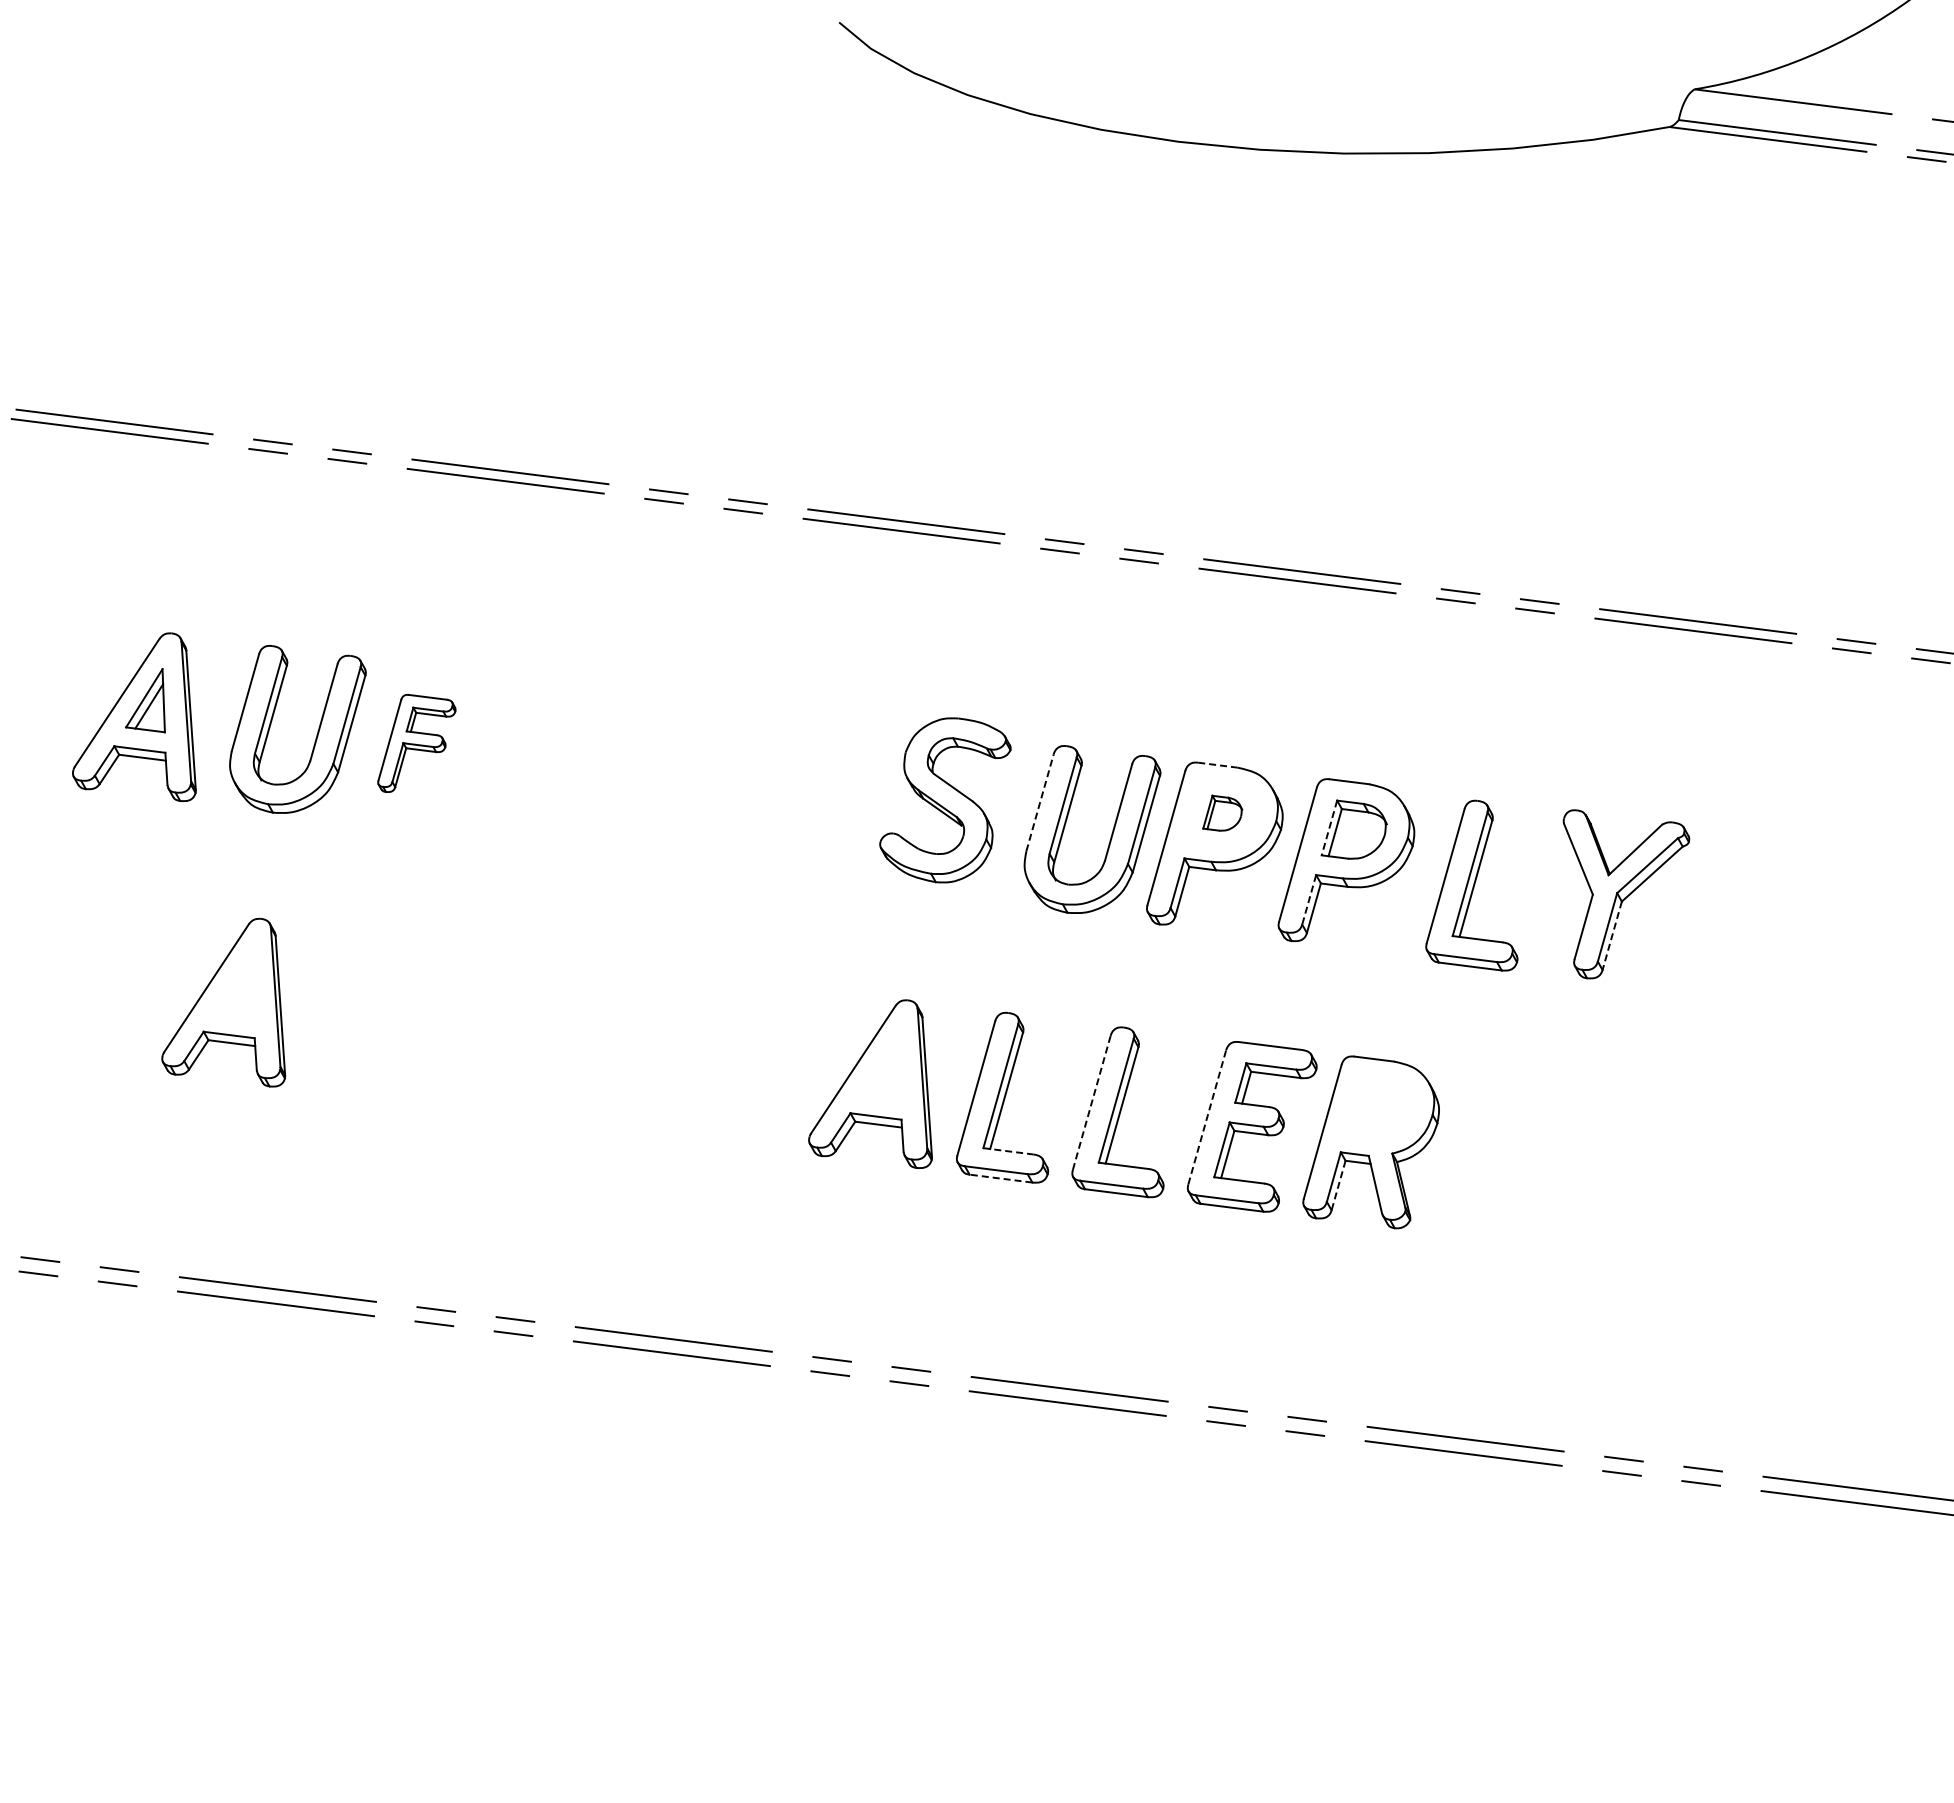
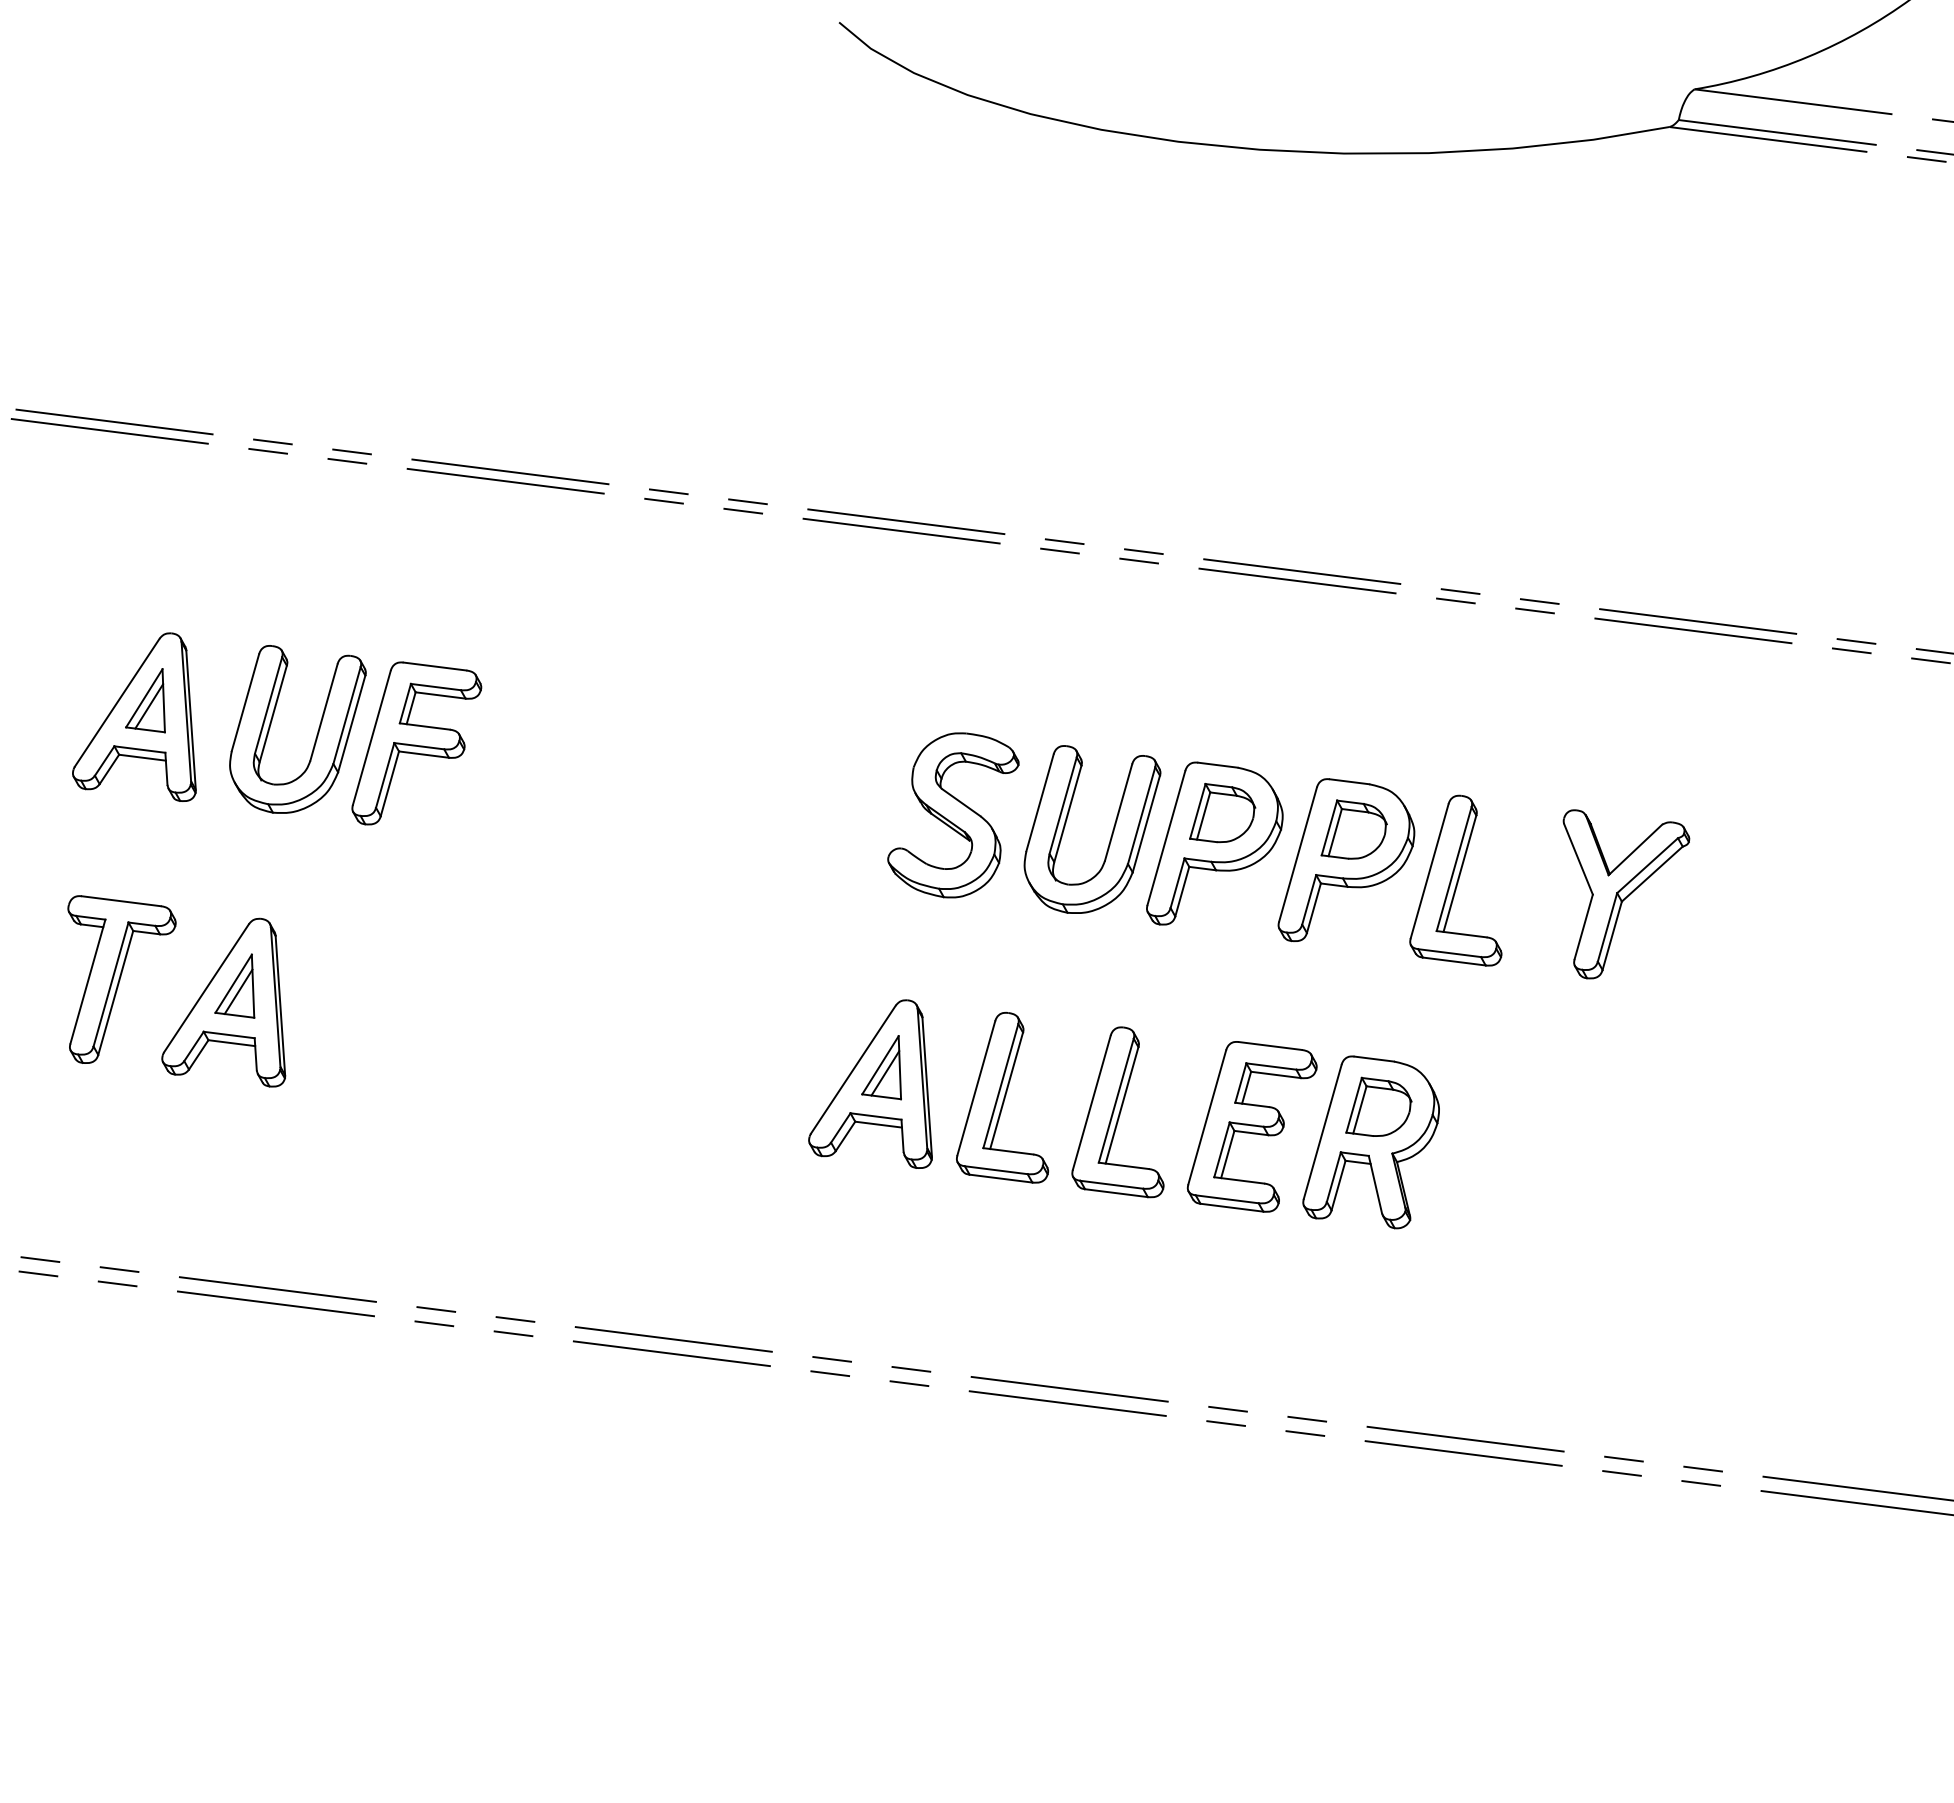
part at (416, 742) size: 80x100 px -> 132x165 px
line at (1217, 765): dashed -> solid
part at (945, 800) position: (945, 800) -> (953, 815)
line at (1040, 802): dashed -> solid
part at (1222, 812) size: 42x38 px -> 68x61 px
line at (1329, 828): dashed -> solid
part at (1471, 885) position: (1471, 885) -> (1455, 880)
line at (1309, 899): dashed -> solid
line at (1612, 935): dashed -> solid
part at (121, 979): none -> present
part at (234, 985): none -> present
part at (881, 1067): none -> present
line at (1091, 1102): dashed -> solid
part at (1378, 1106): none -> present
line at (1207, 1117): dashed -> solid
line at (1008, 1151): dashed -> solid
line at (1001, 1178): dashed -> solid
line at (1338, 1185): dashed -> solid
